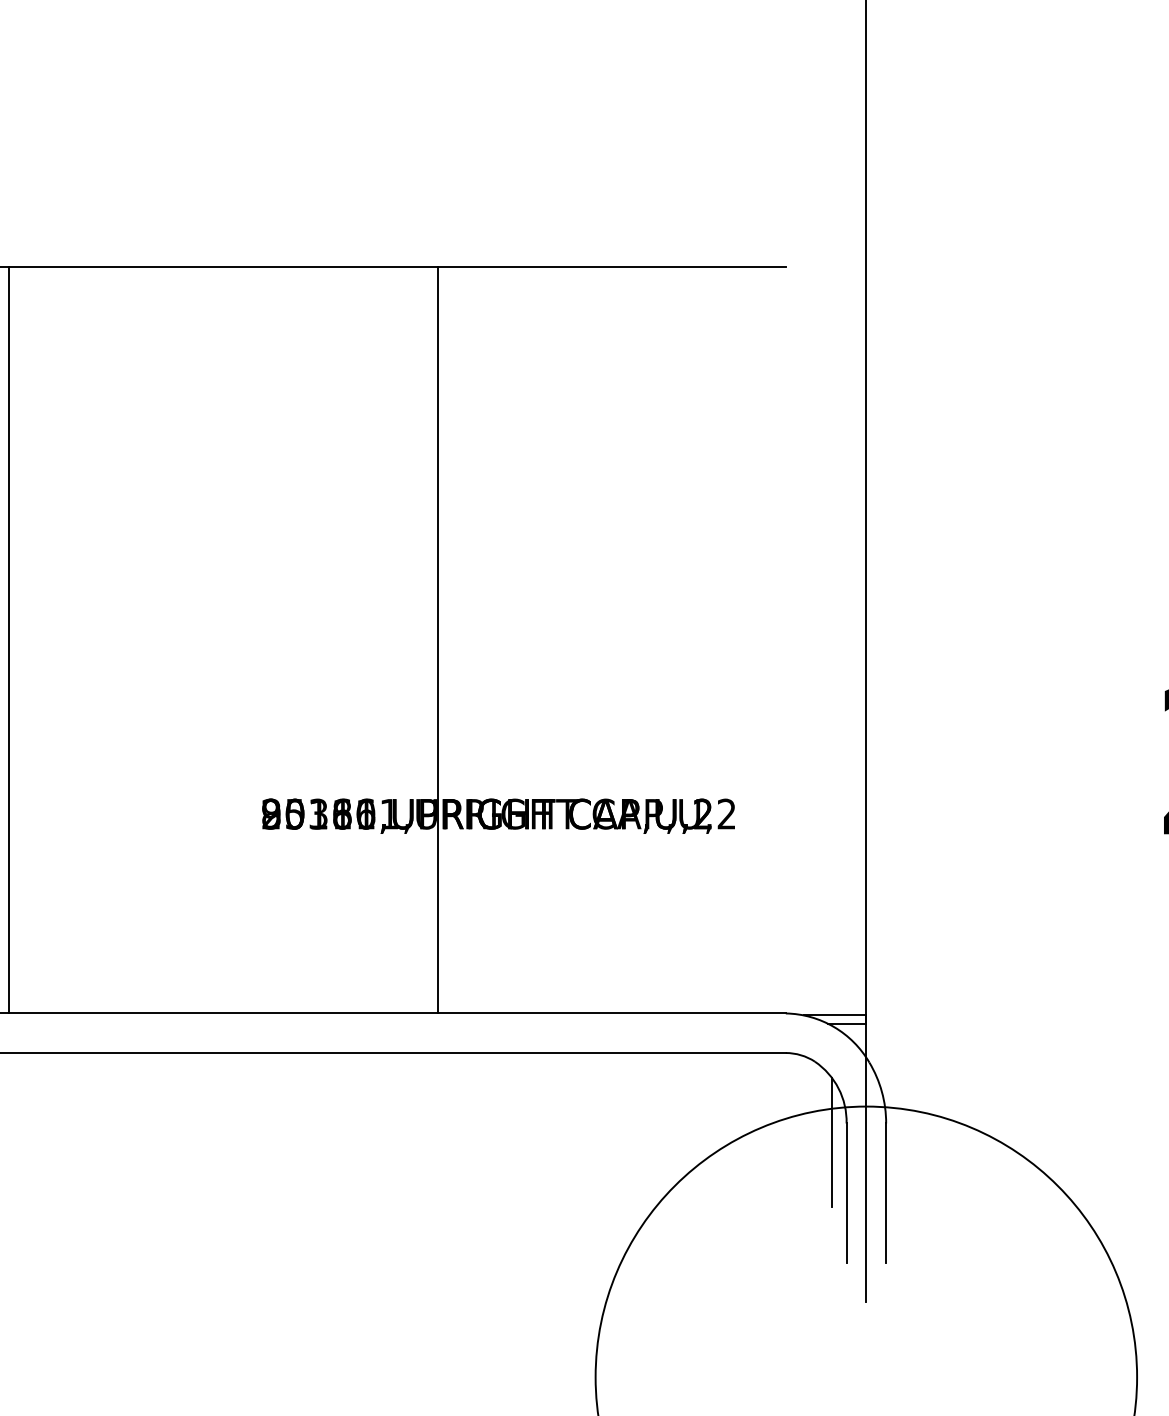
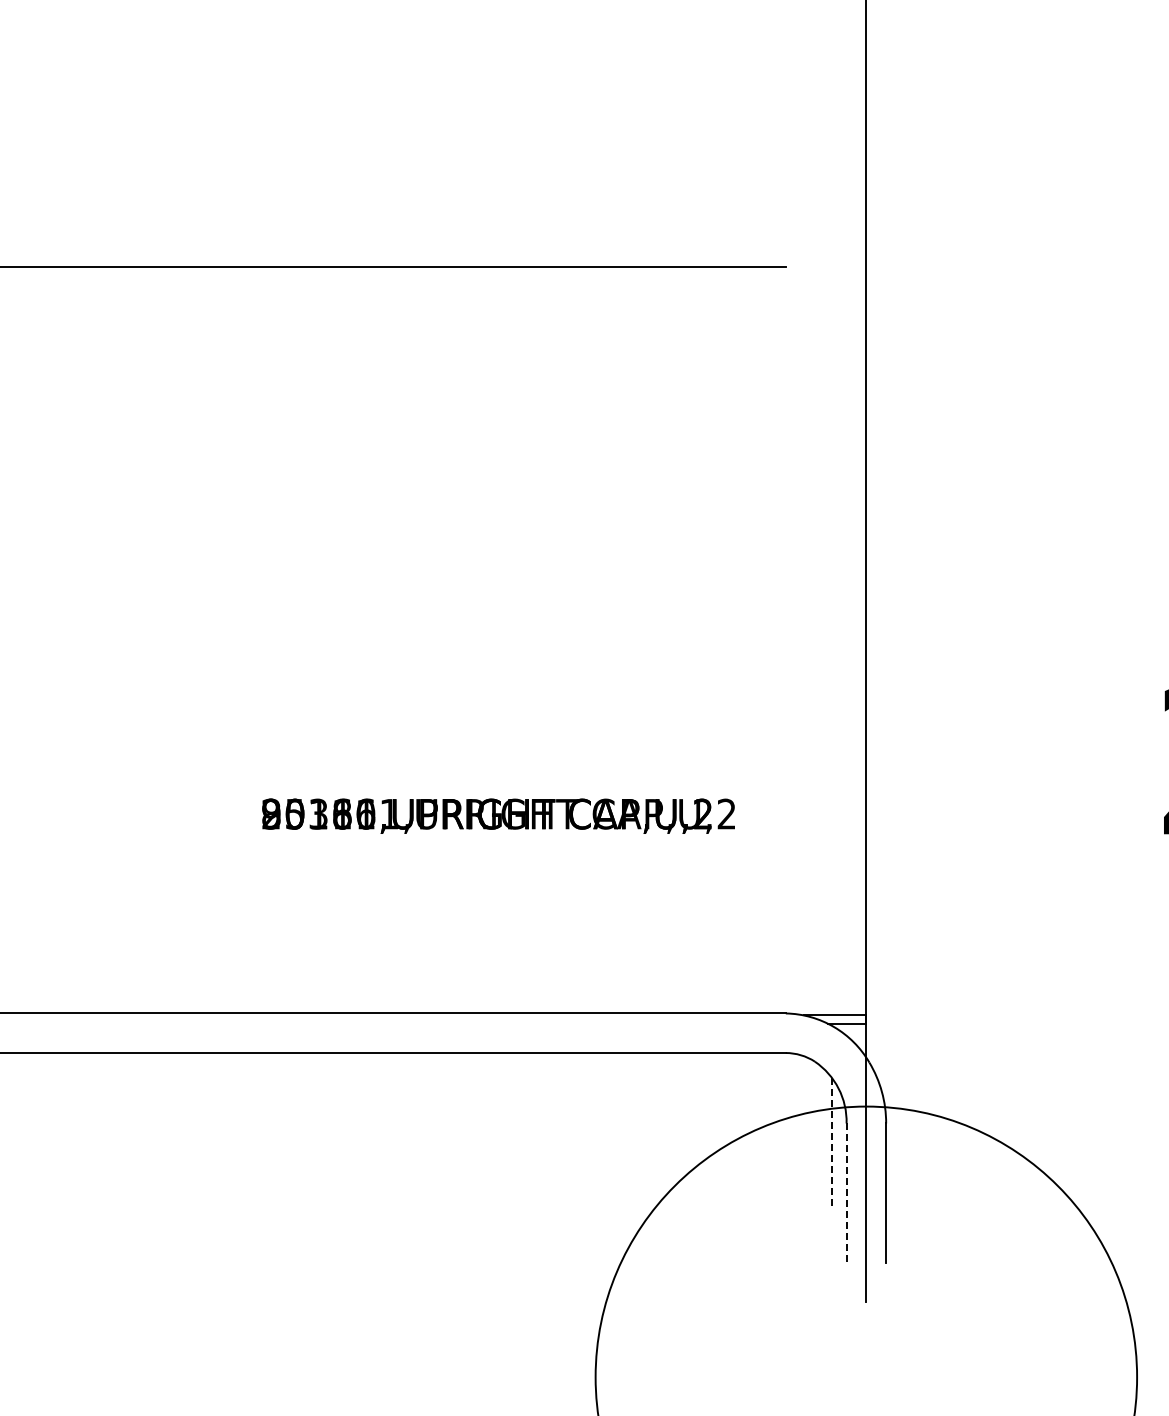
line at (9, 640): present -> none
line at (437, 640): present -> none
line at (832, 1142): solid -> dashed
line at (846, 1193): solid -> dashed
